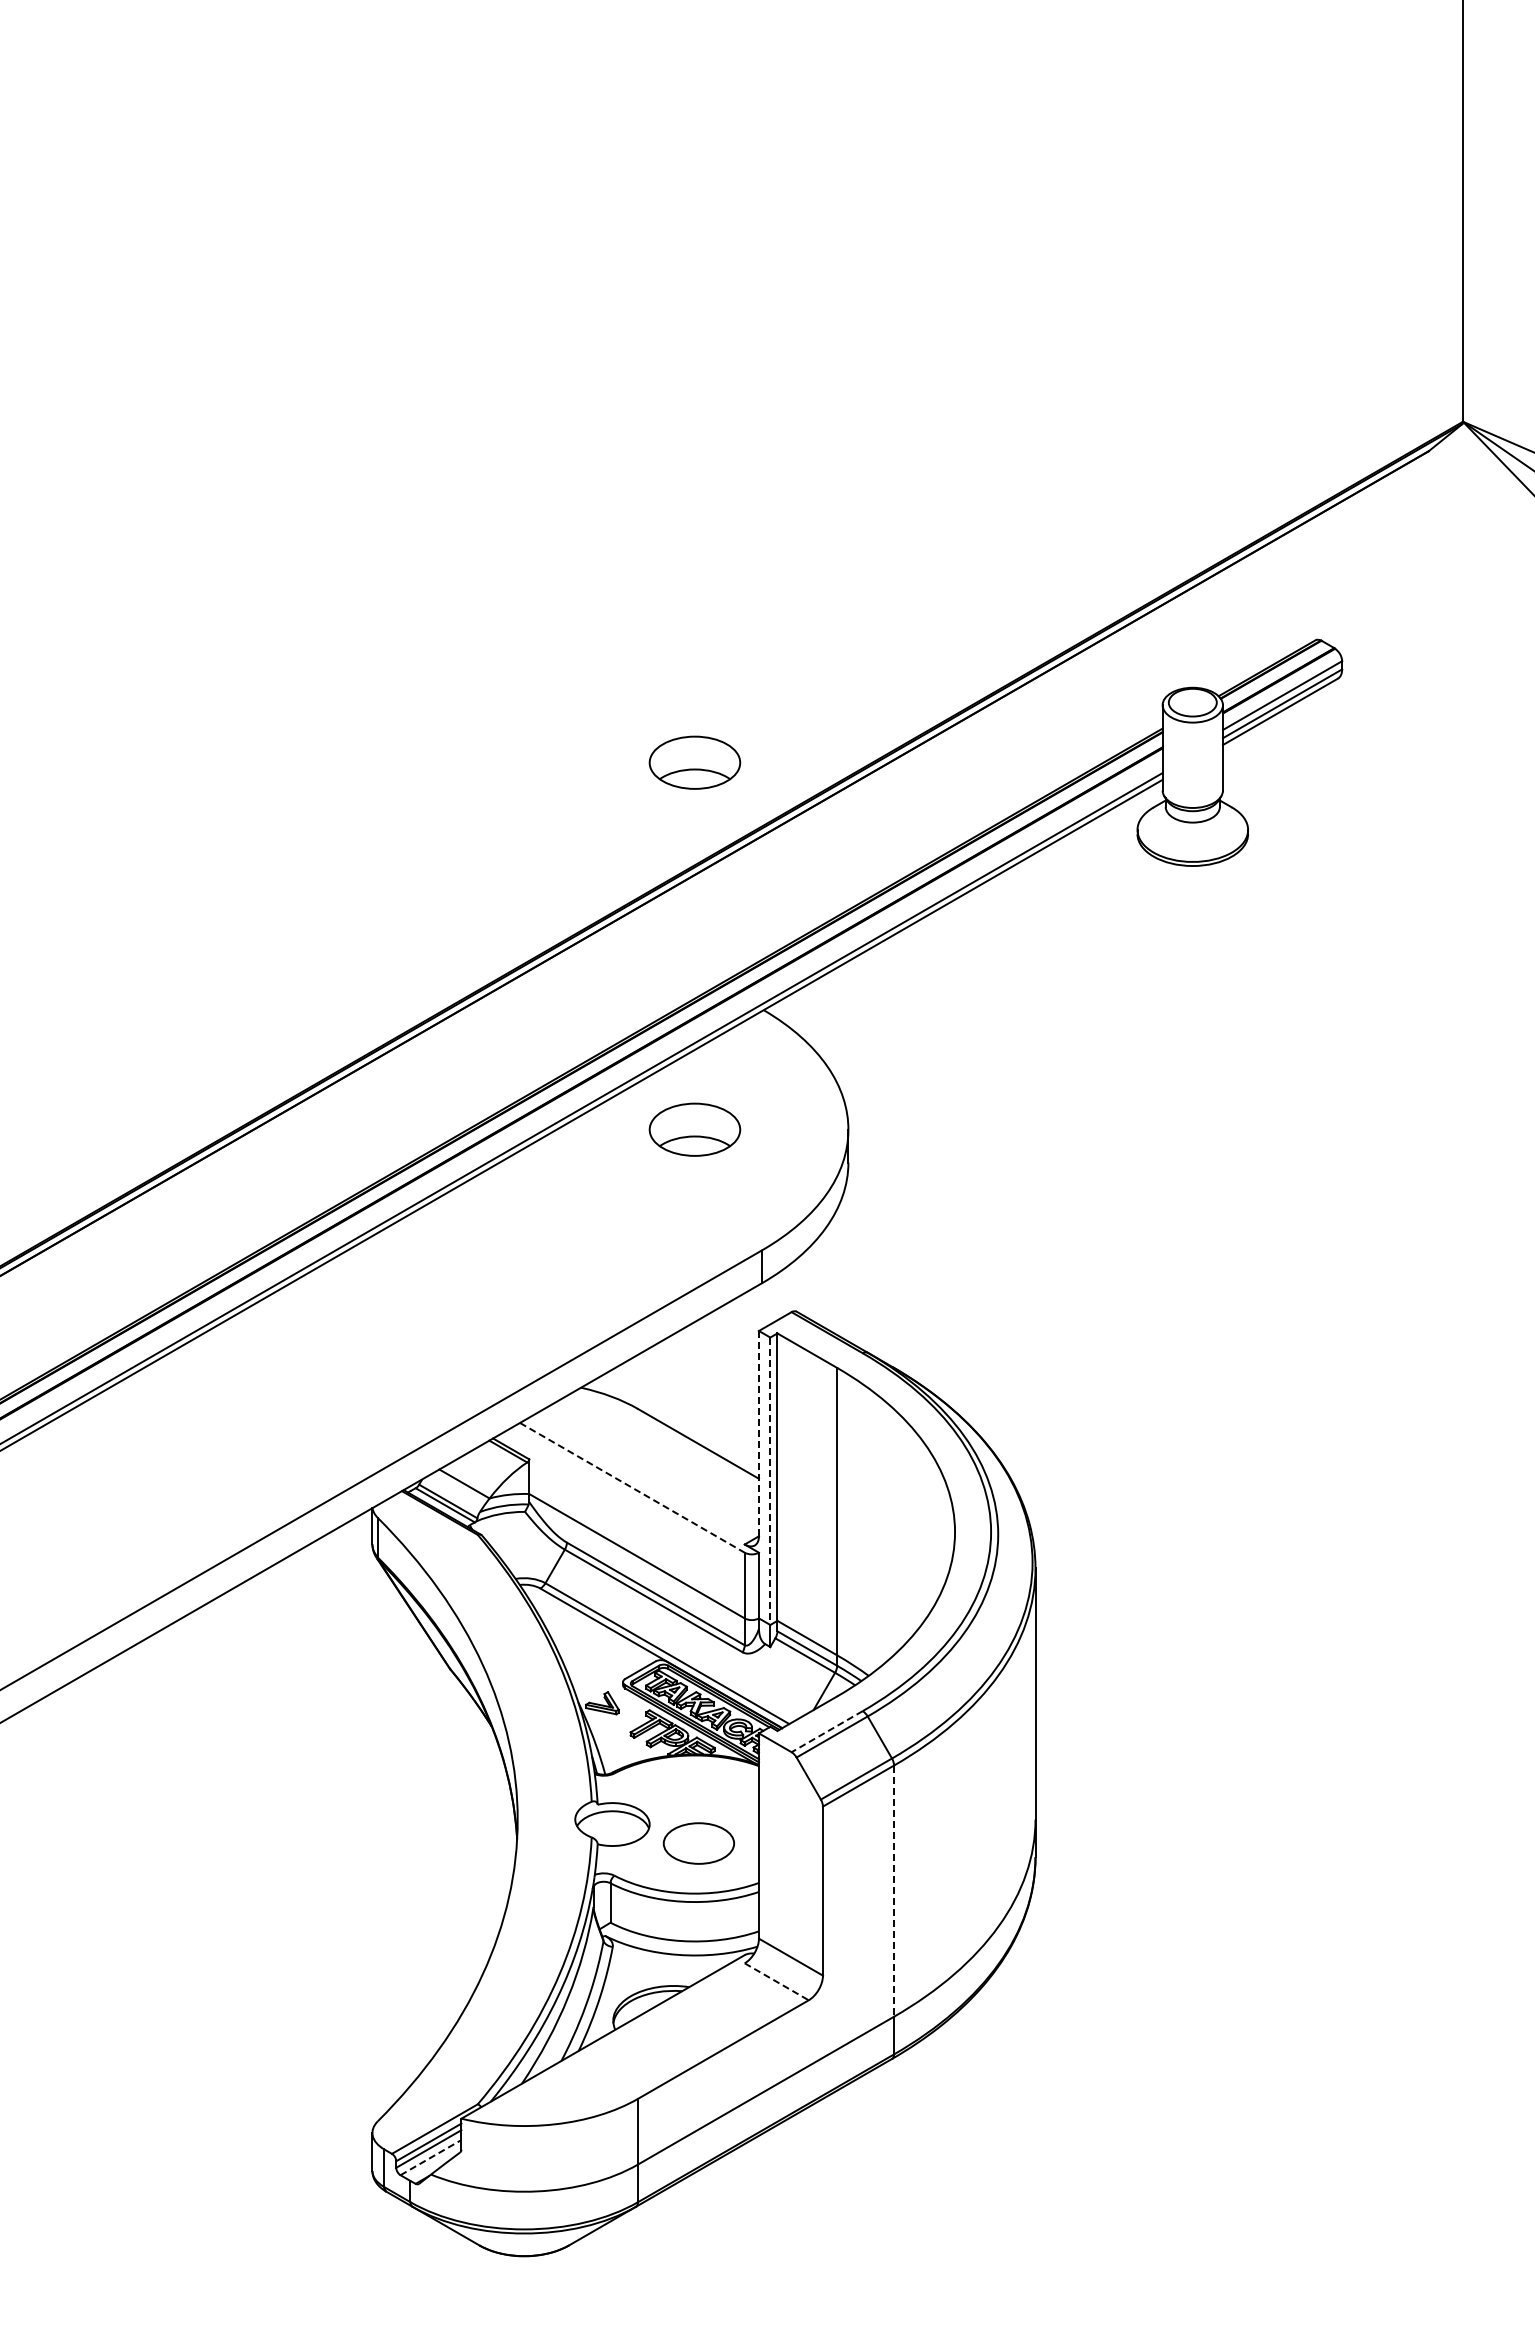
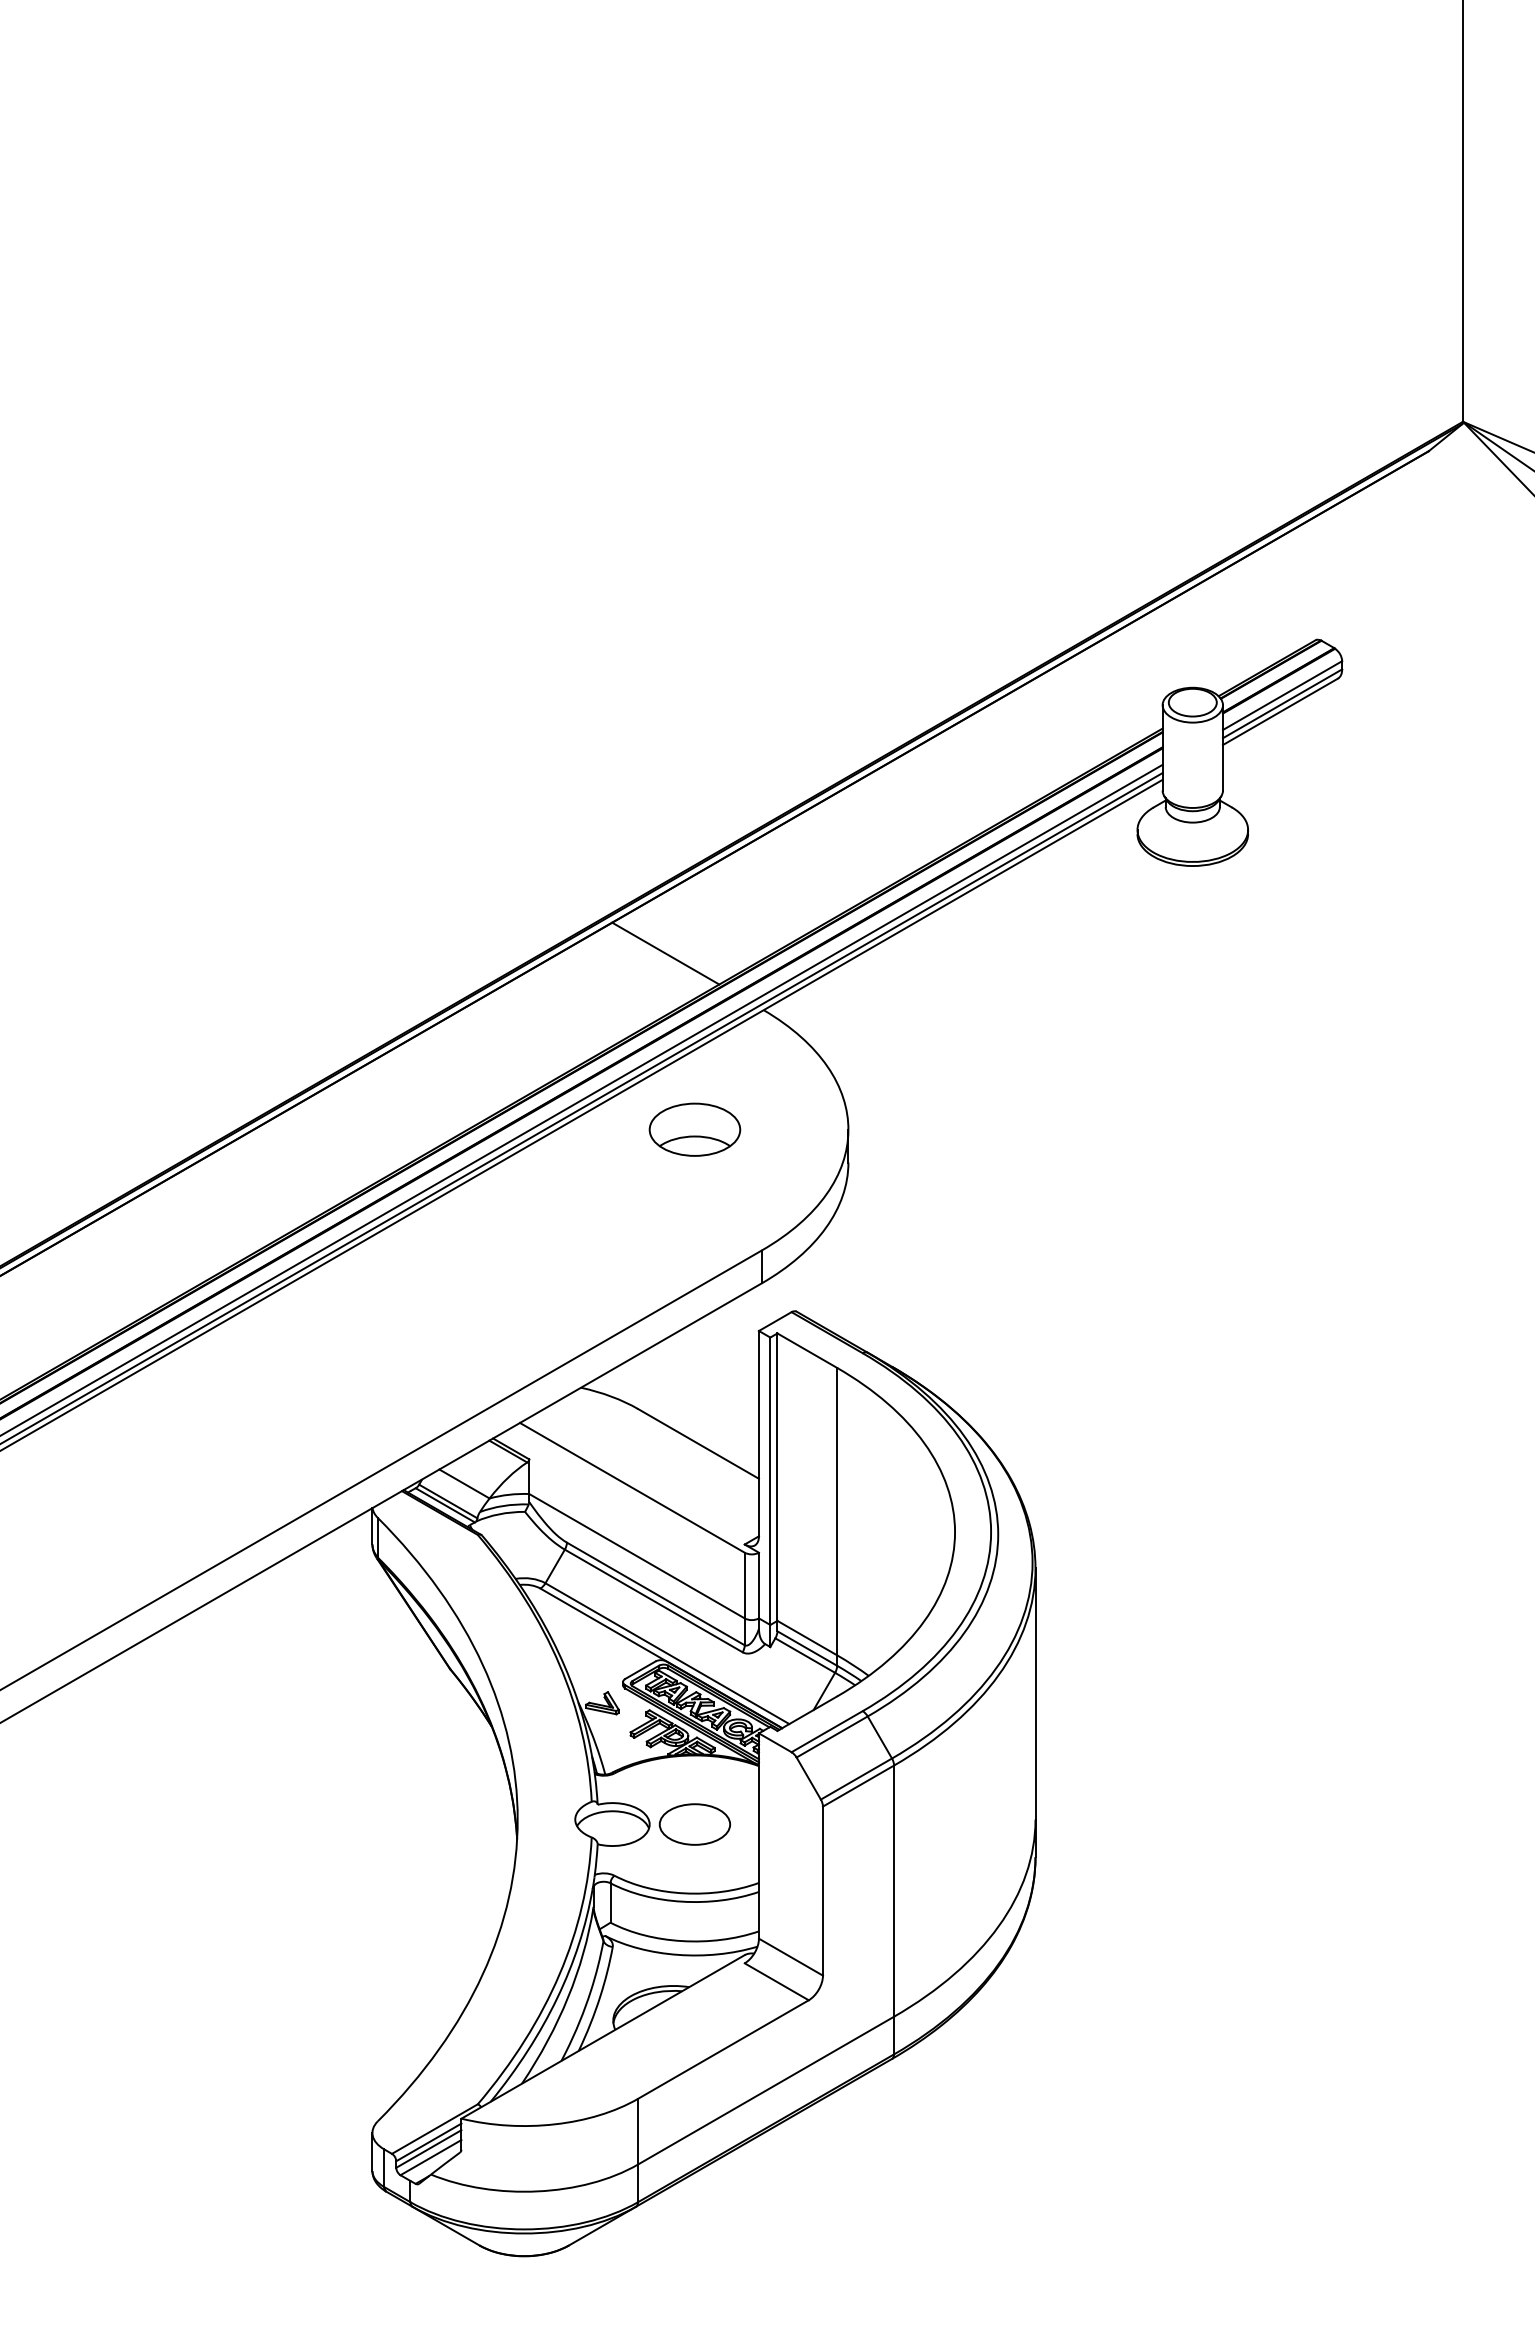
part at (694, 762): present -> none
line at (665, 953): none -> present
line at (582, 1099): none -> present
line at (758, 1433): dashed -> solid
line at (770, 1481): dashed -> solid
line at (632, 1487): dashed -> solid
line at (826, 1731): dashed -> solid
part at (698, 1843) position: (698, 1843) -> (694, 1824)
line at (894, 1891): dashed -> solid
line at (776, 1981): dashed -> solid
line at (431, 2157): dashed -> solid
